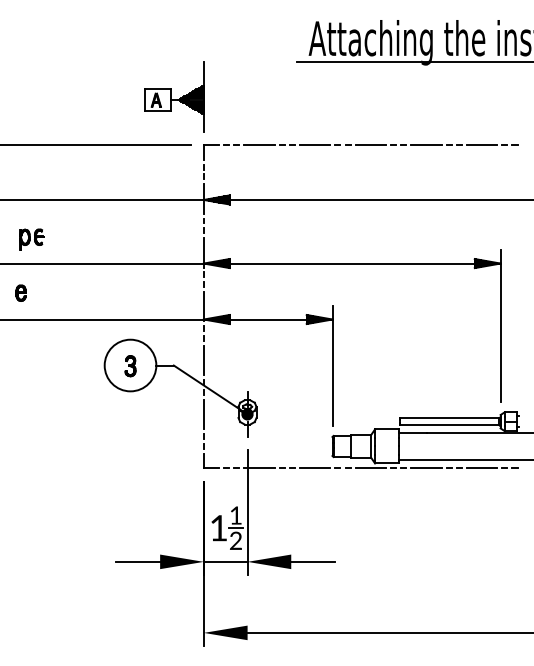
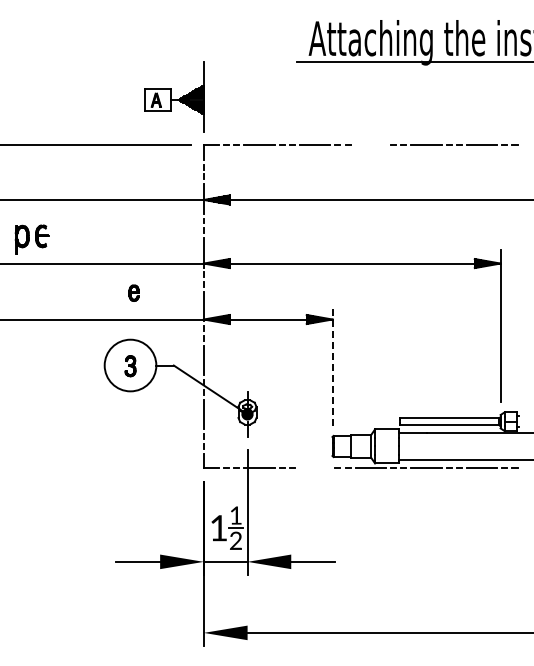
line at (370, 145): present -> none
part at (31, 239) size: 26x23 px -> 36x31 px
part at (20, 292) position: (20, 292) -> (133, 292)
line at (332, 366): solid -> dashed
line at (314, 468): present -> none
